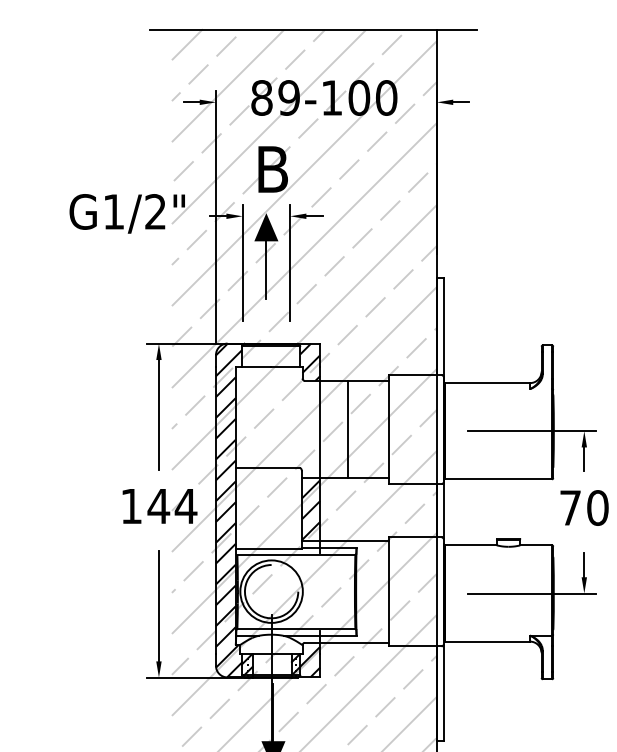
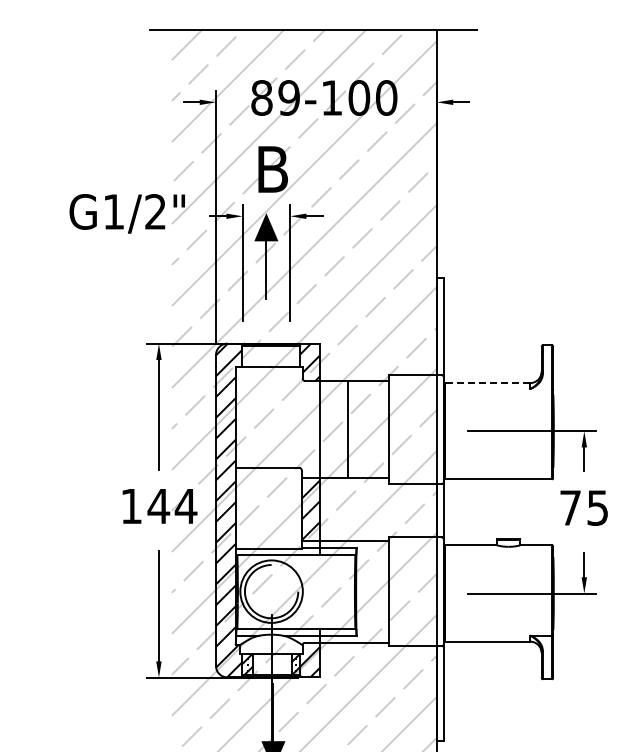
line at (487, 383): solid -> dashed
text at (597, 507): 70 -> 75
